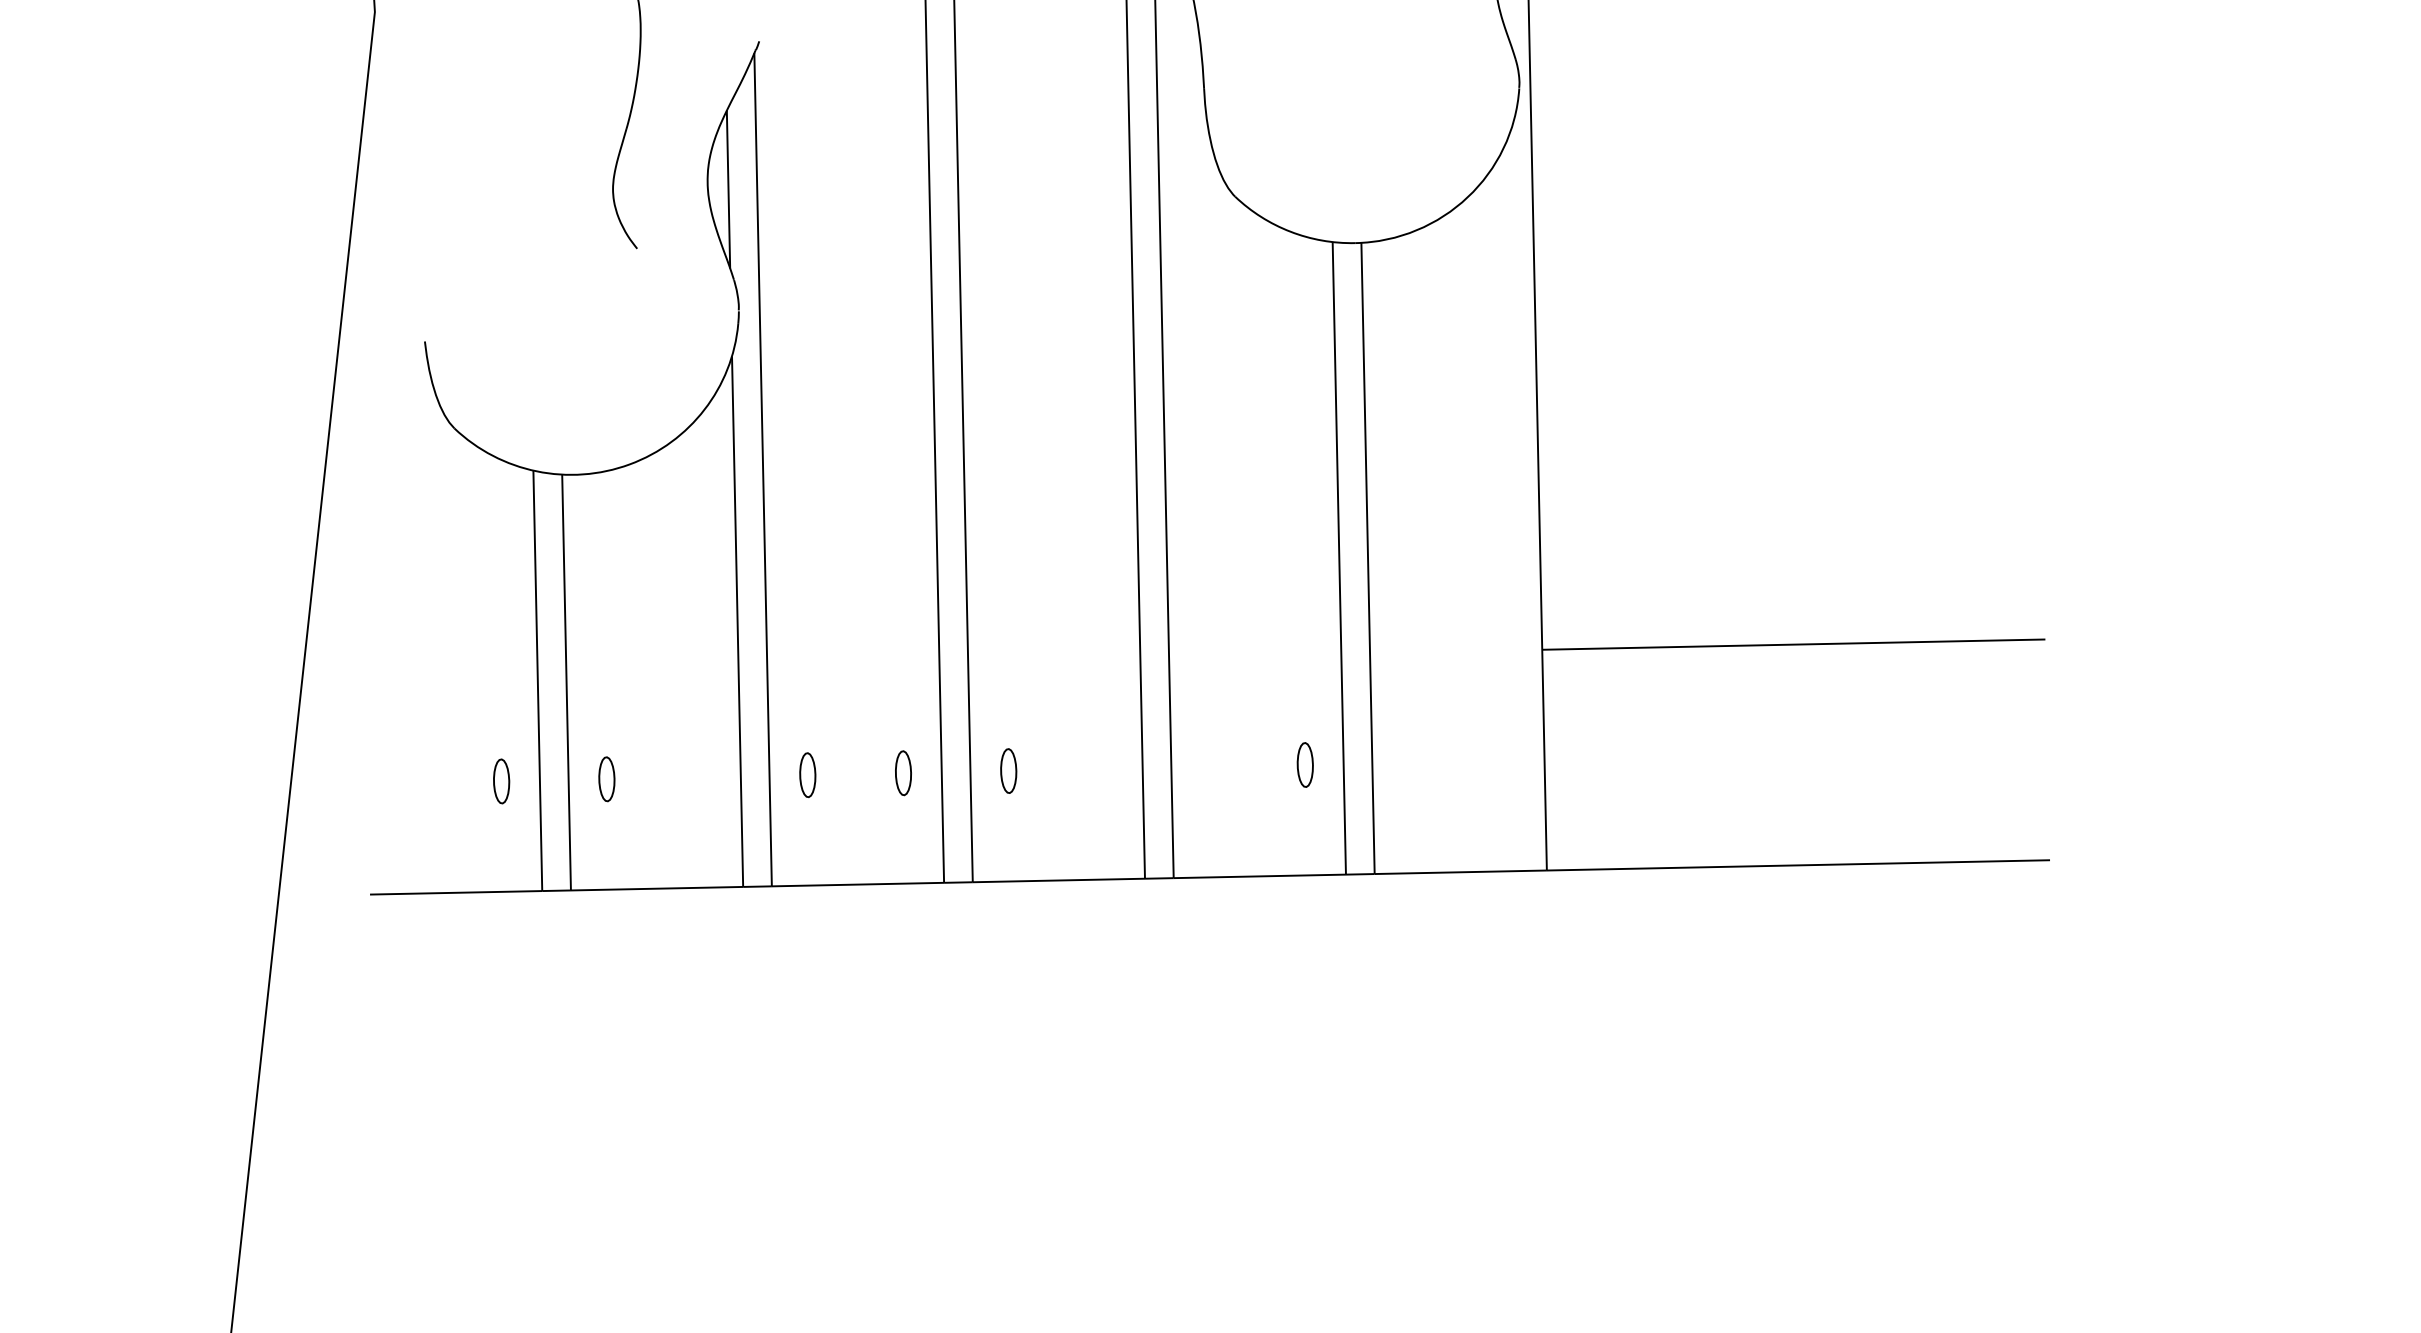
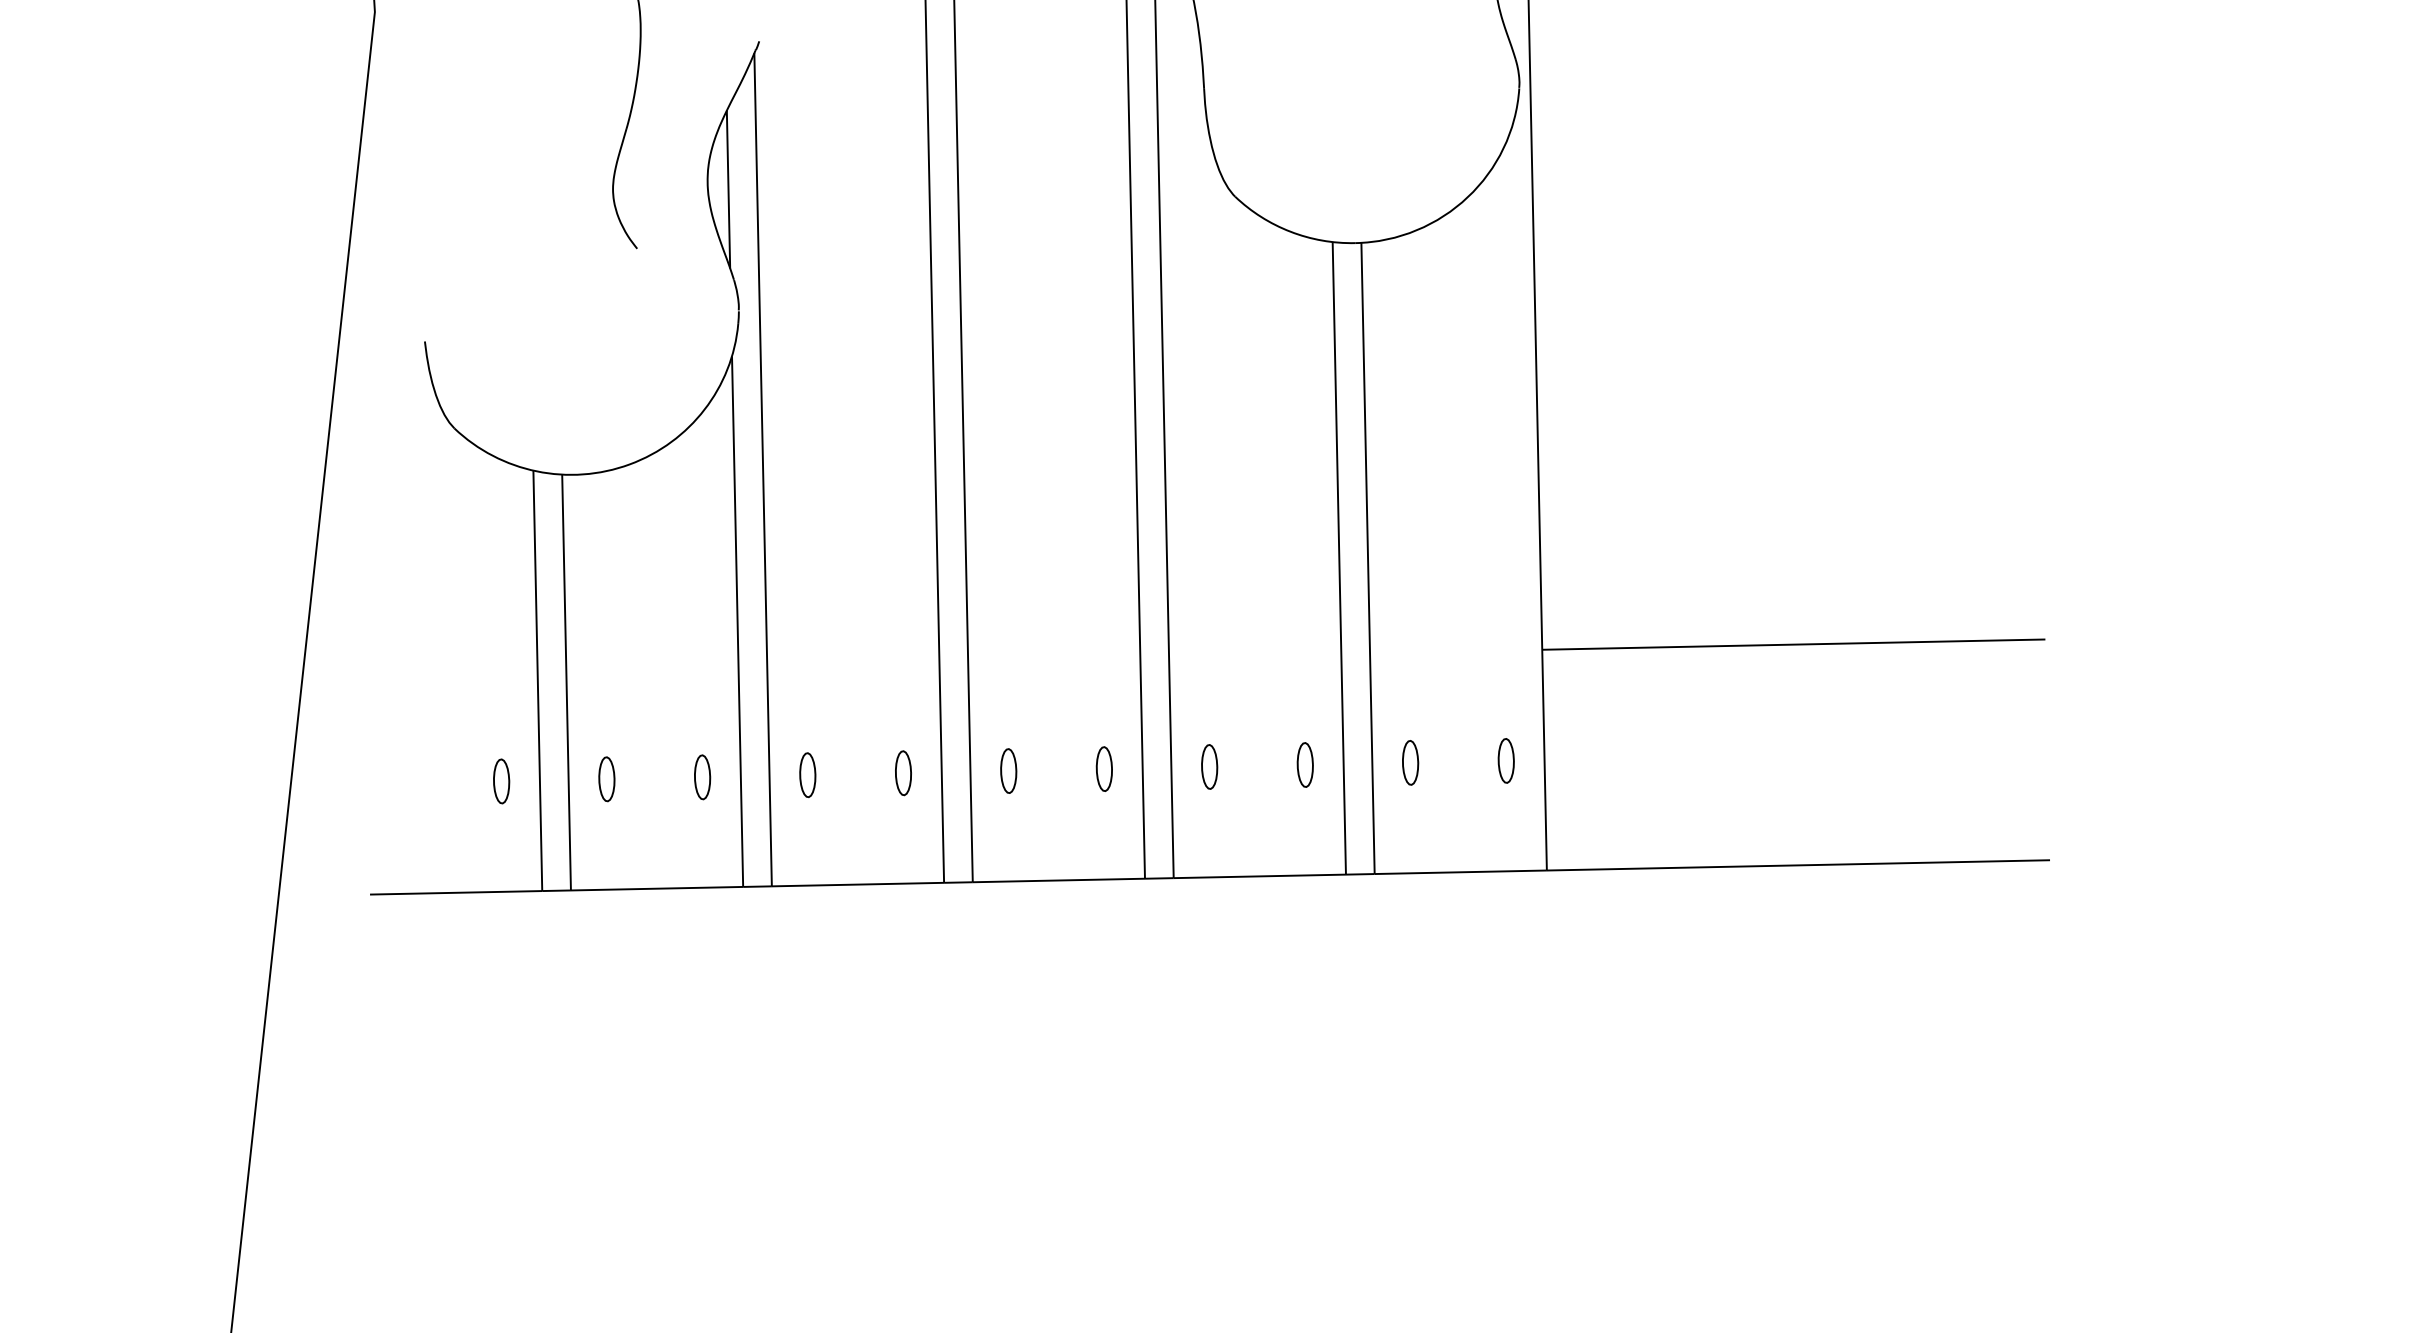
part at (1505, 760): none -> present
part at (1410, 762): none -> present
part at (1209, 766): none -> present
part at (1103, 768): none -> present
part at (702, 777): none -> present
